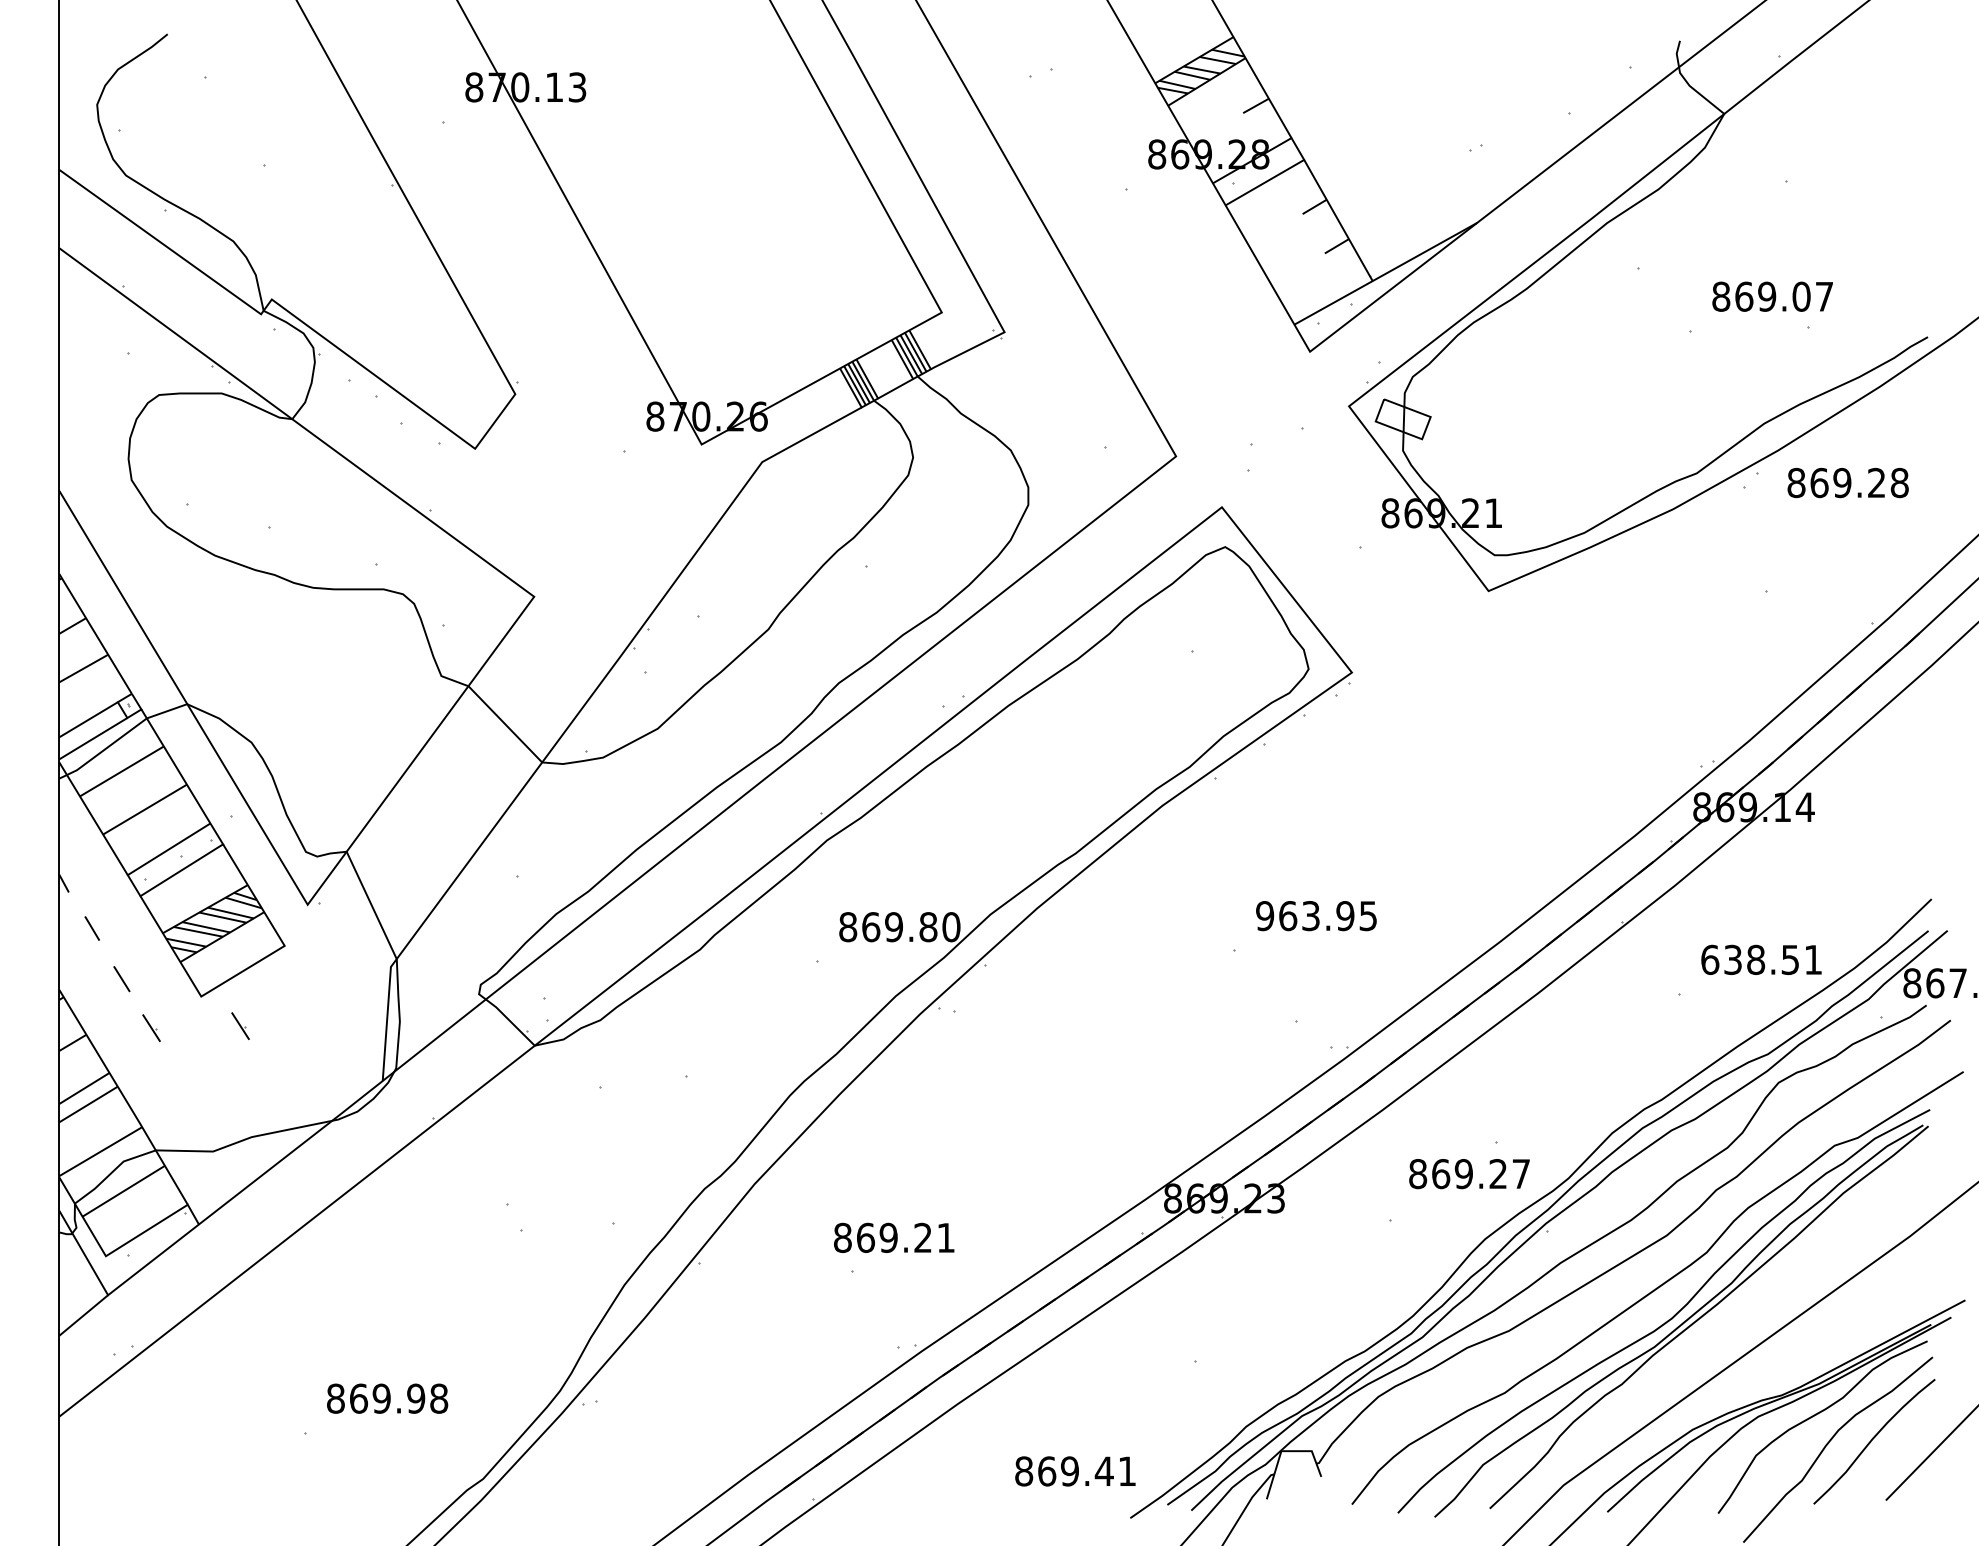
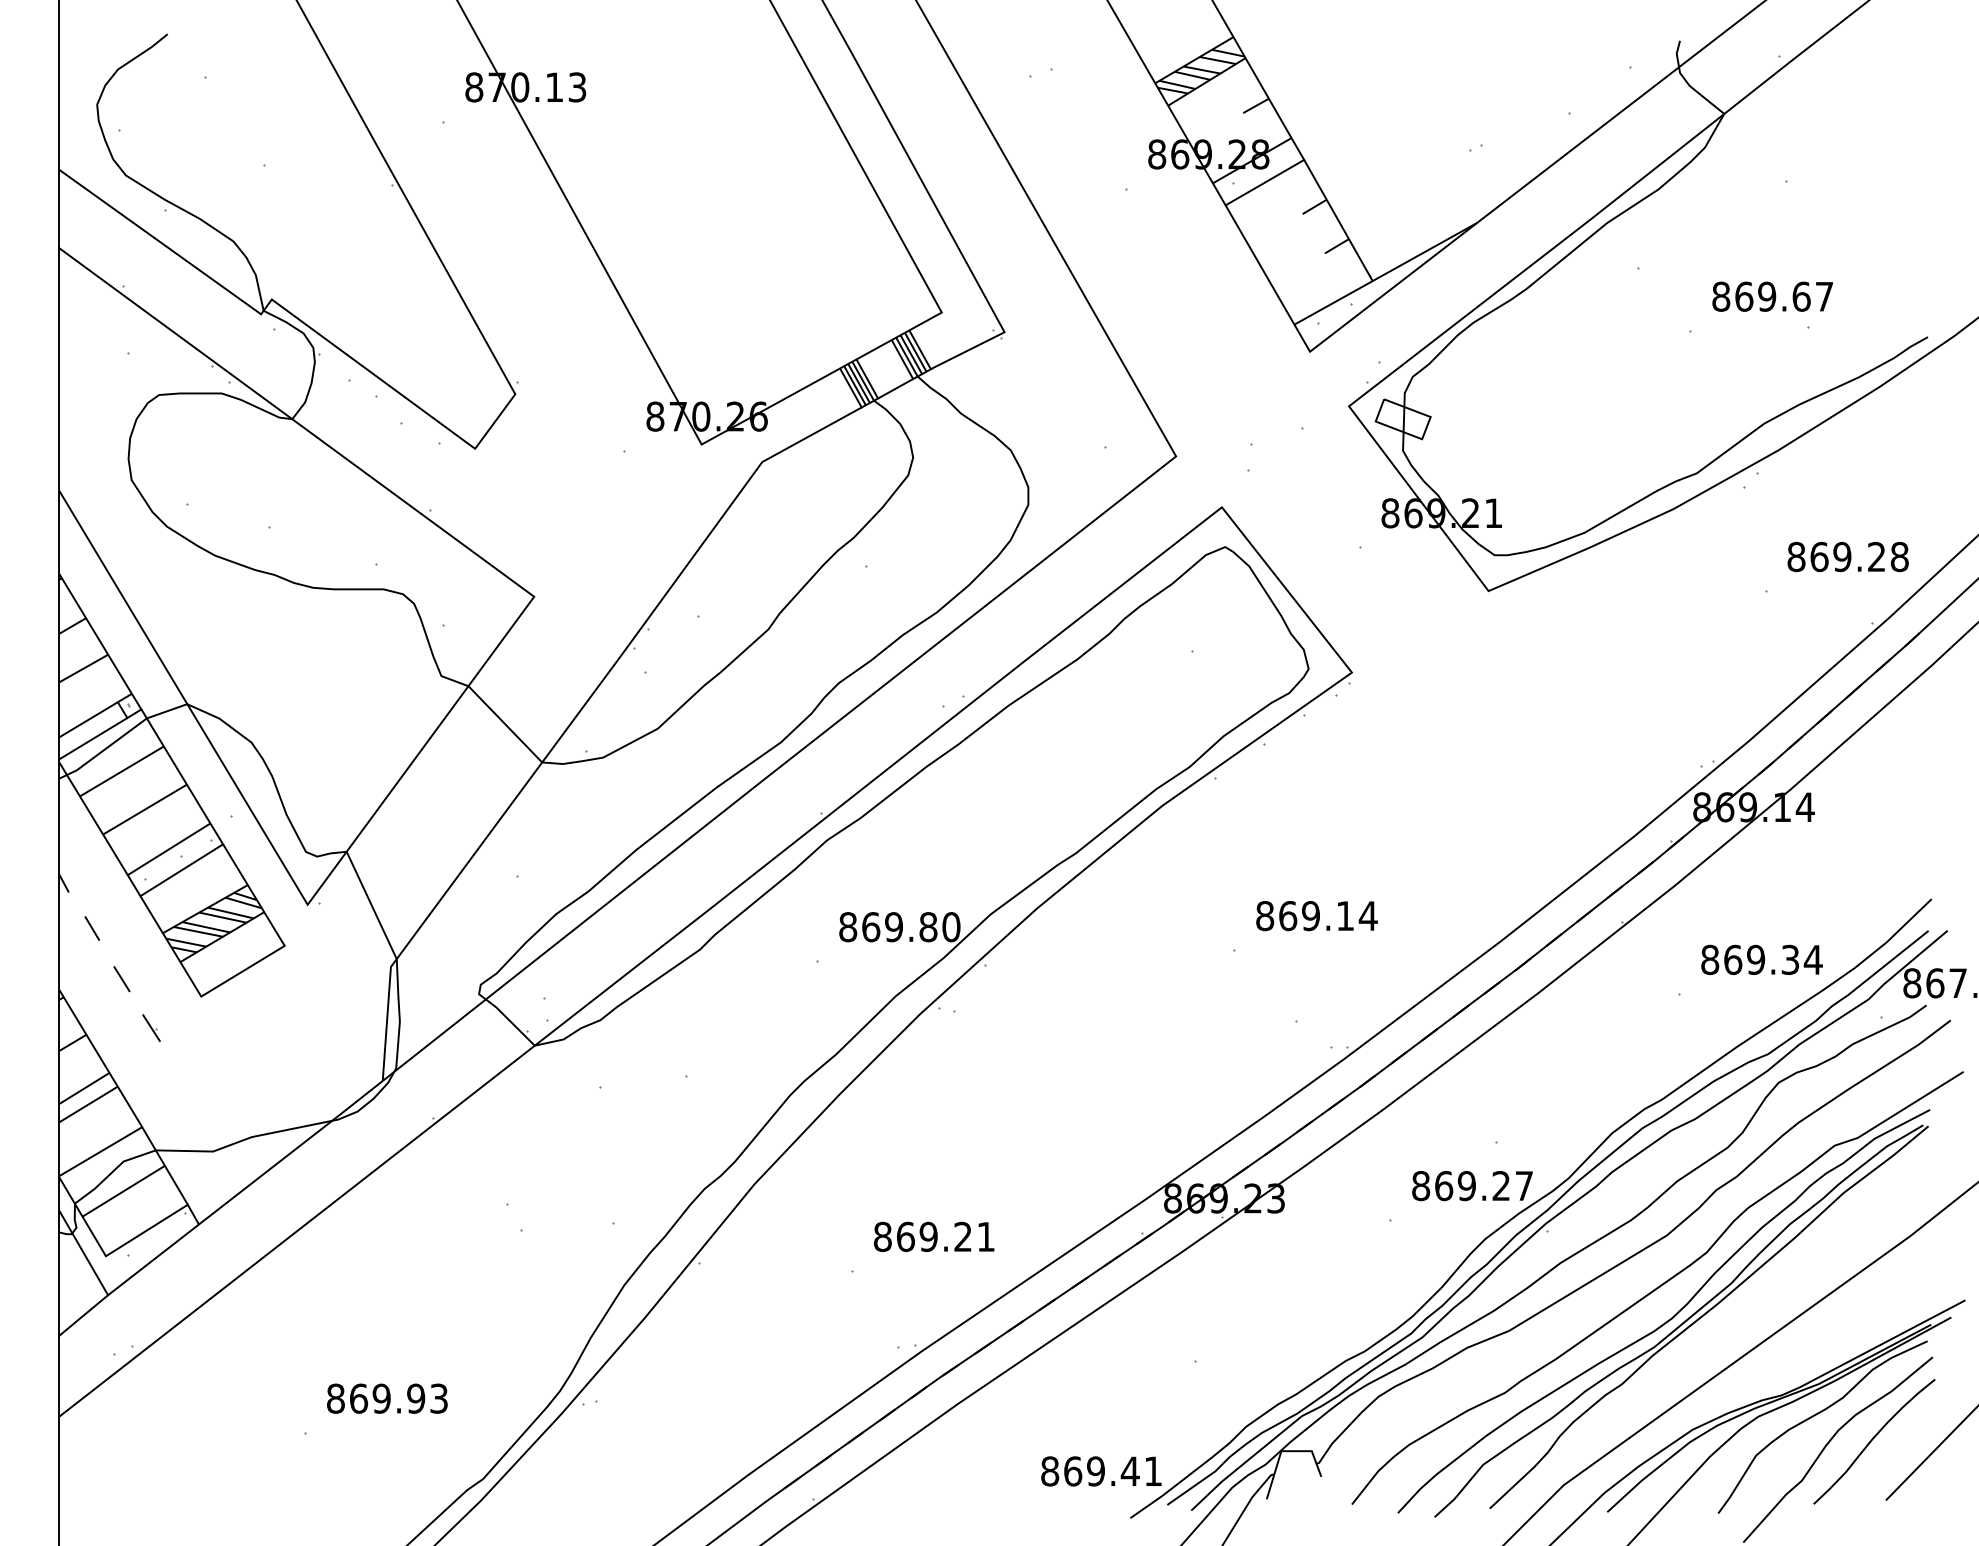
text at (1801, 296): 869.07 -> 869.67
text at (1847, 482) position: (1847, 482) -> (1847, 556)
text at (1316, 916): 963.95 -> 869.14
text at (1761, 959): 638.51 -> 869.34
part at (240, 1025): present -> none
text at (1469, 1174) position: (1469, 1174) -> (1472, 1186)
text at (894, 1237) position: (894, 1237) -> (934, 1236)
text at (439, 1398): 869.98 -> 869.93
text at (1075, 1471) position: (1075, 1471) -> (1101, 1471)
